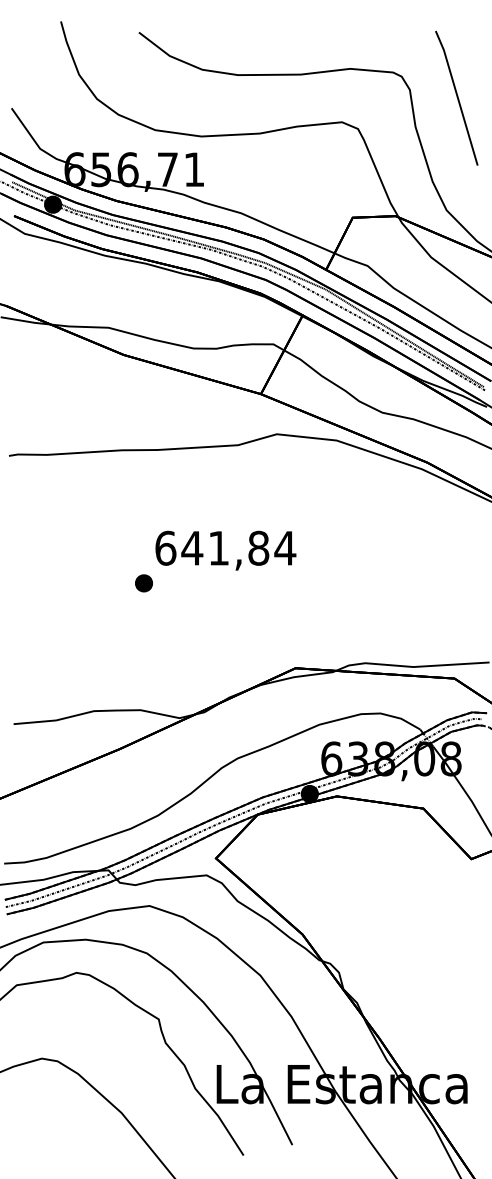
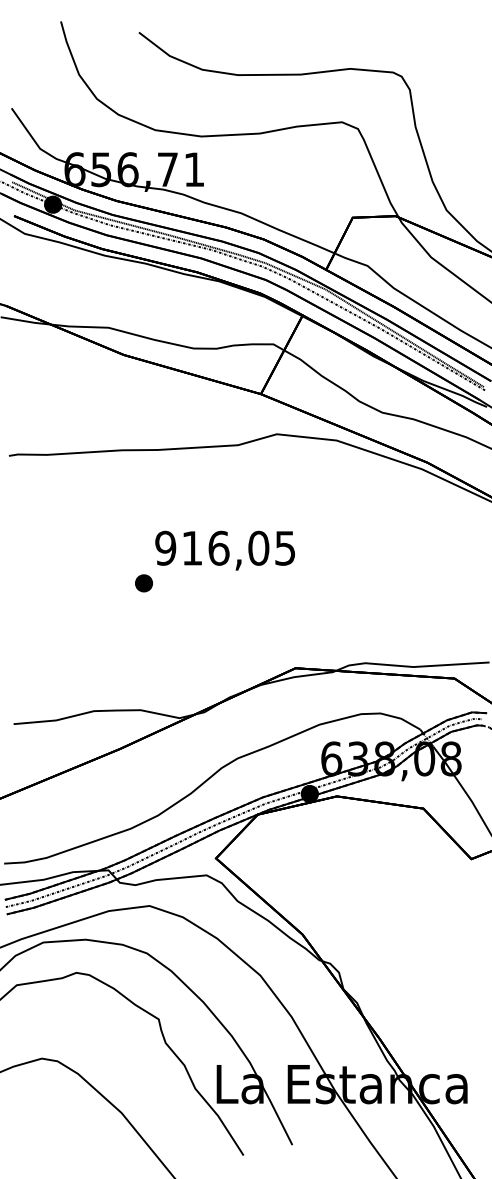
part at (456, 97): present -> none
text at (225, 547): 641,84 -> 916,05
